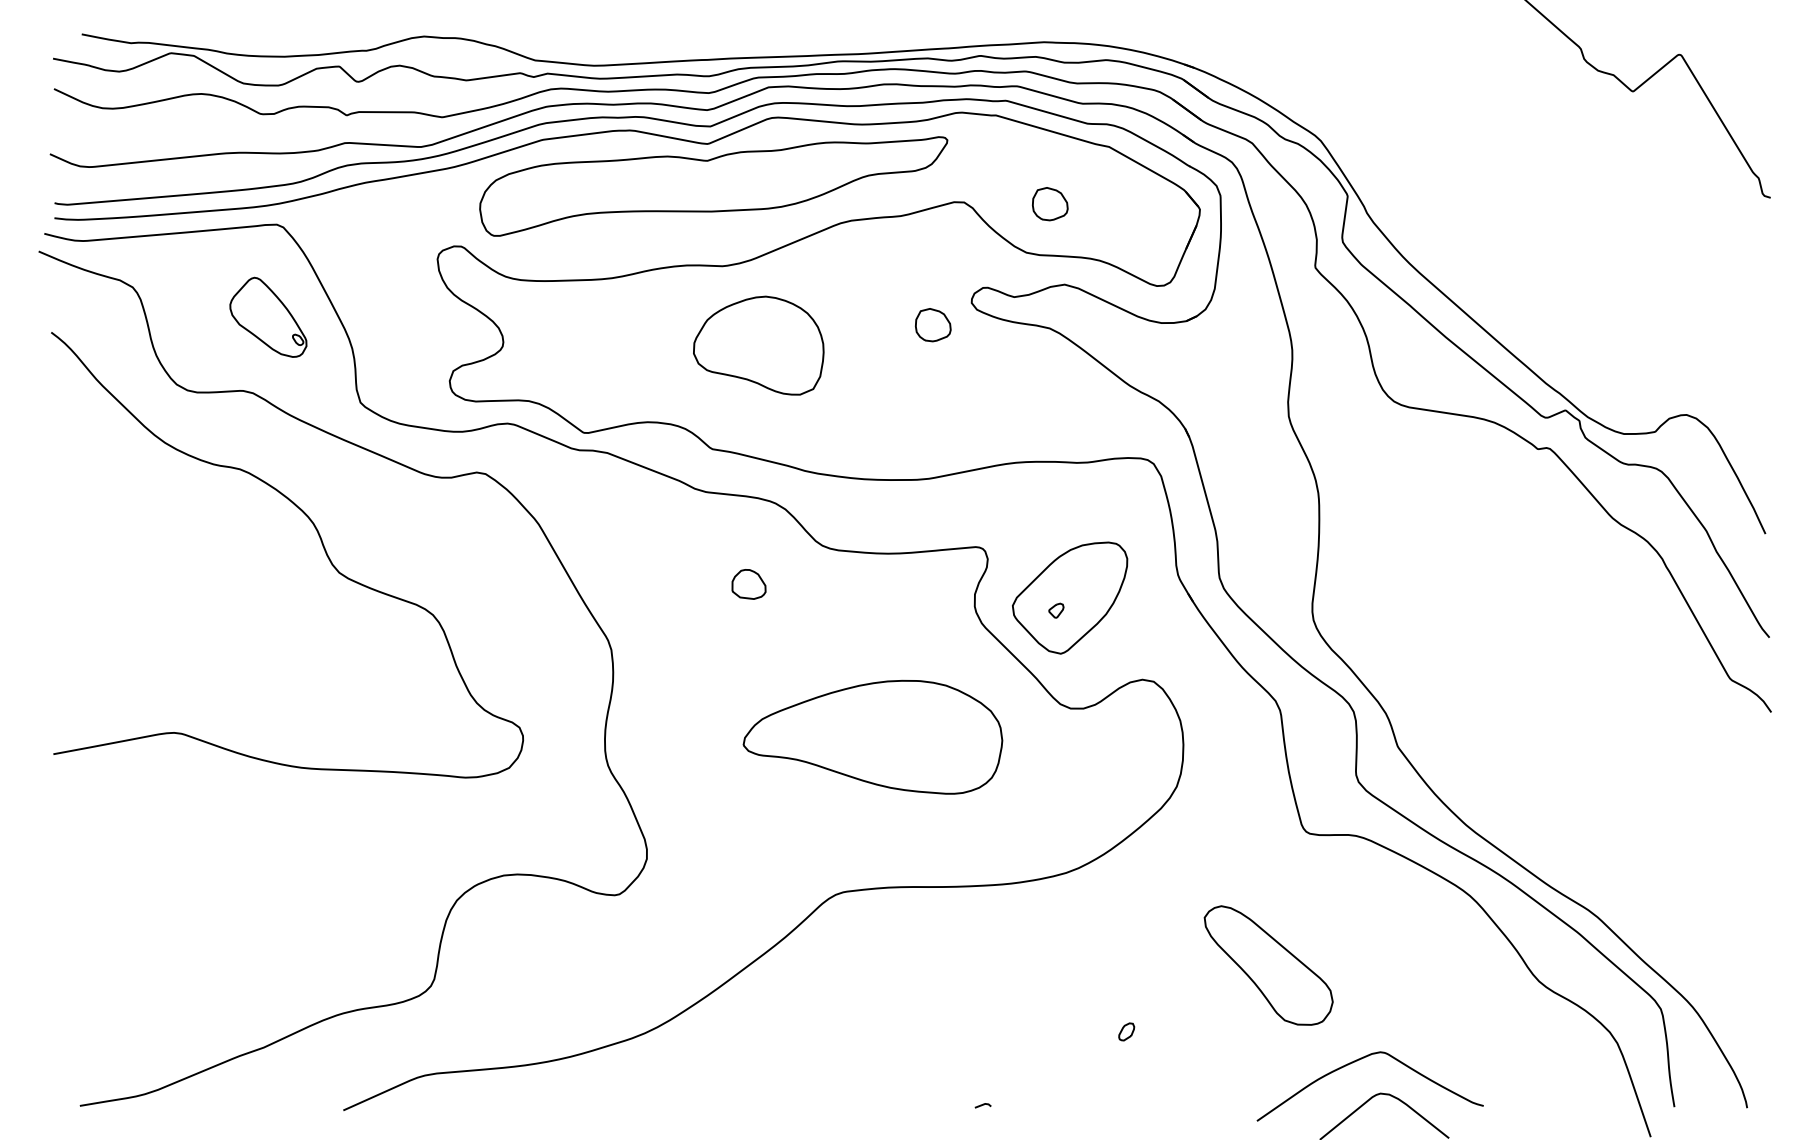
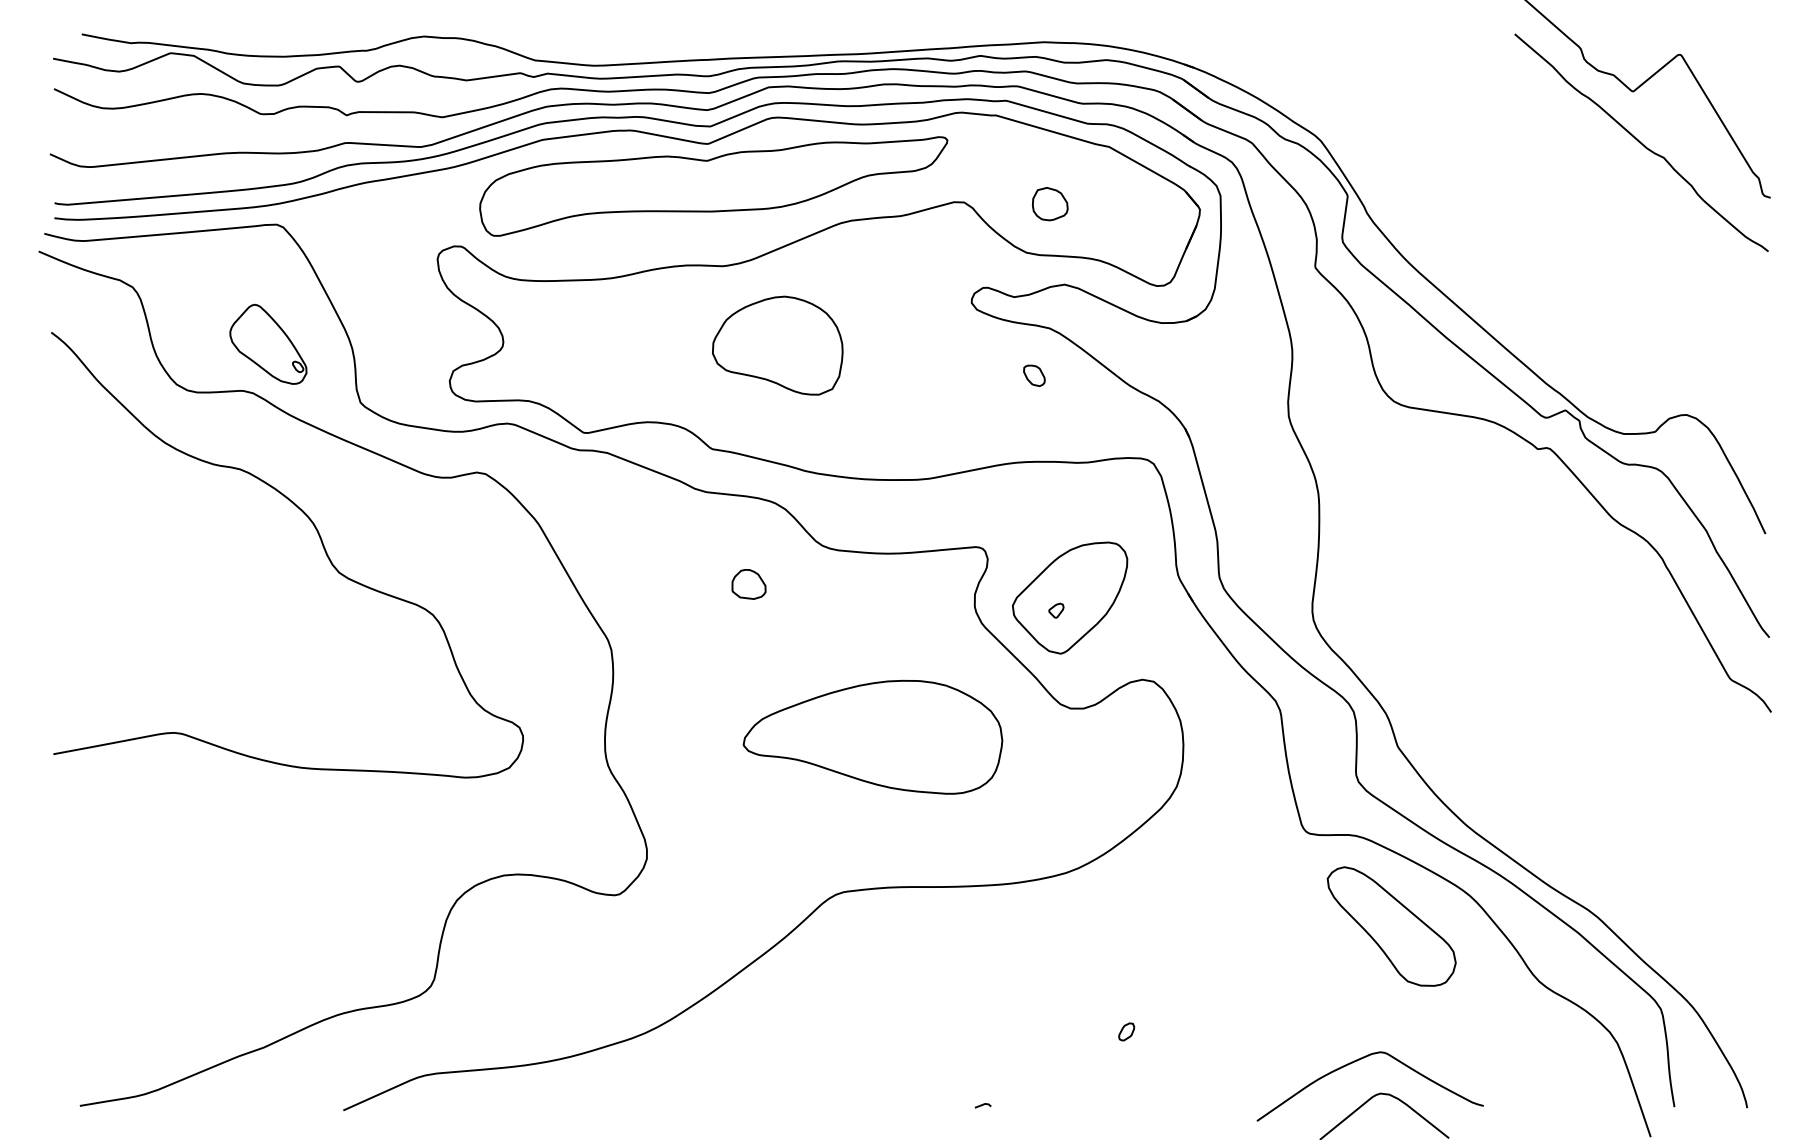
curve at (1641, 142): none -> present
part at (268, 316) position: (268, 316) -> (268, 343)
part at (933, 325): present -> none
part at (758, 345) position: (758, 345) -> (777, 345)
part at (1034, 375): none -> present
part at (1268, 965) position: (1268, 965) -> (1391, 926)
